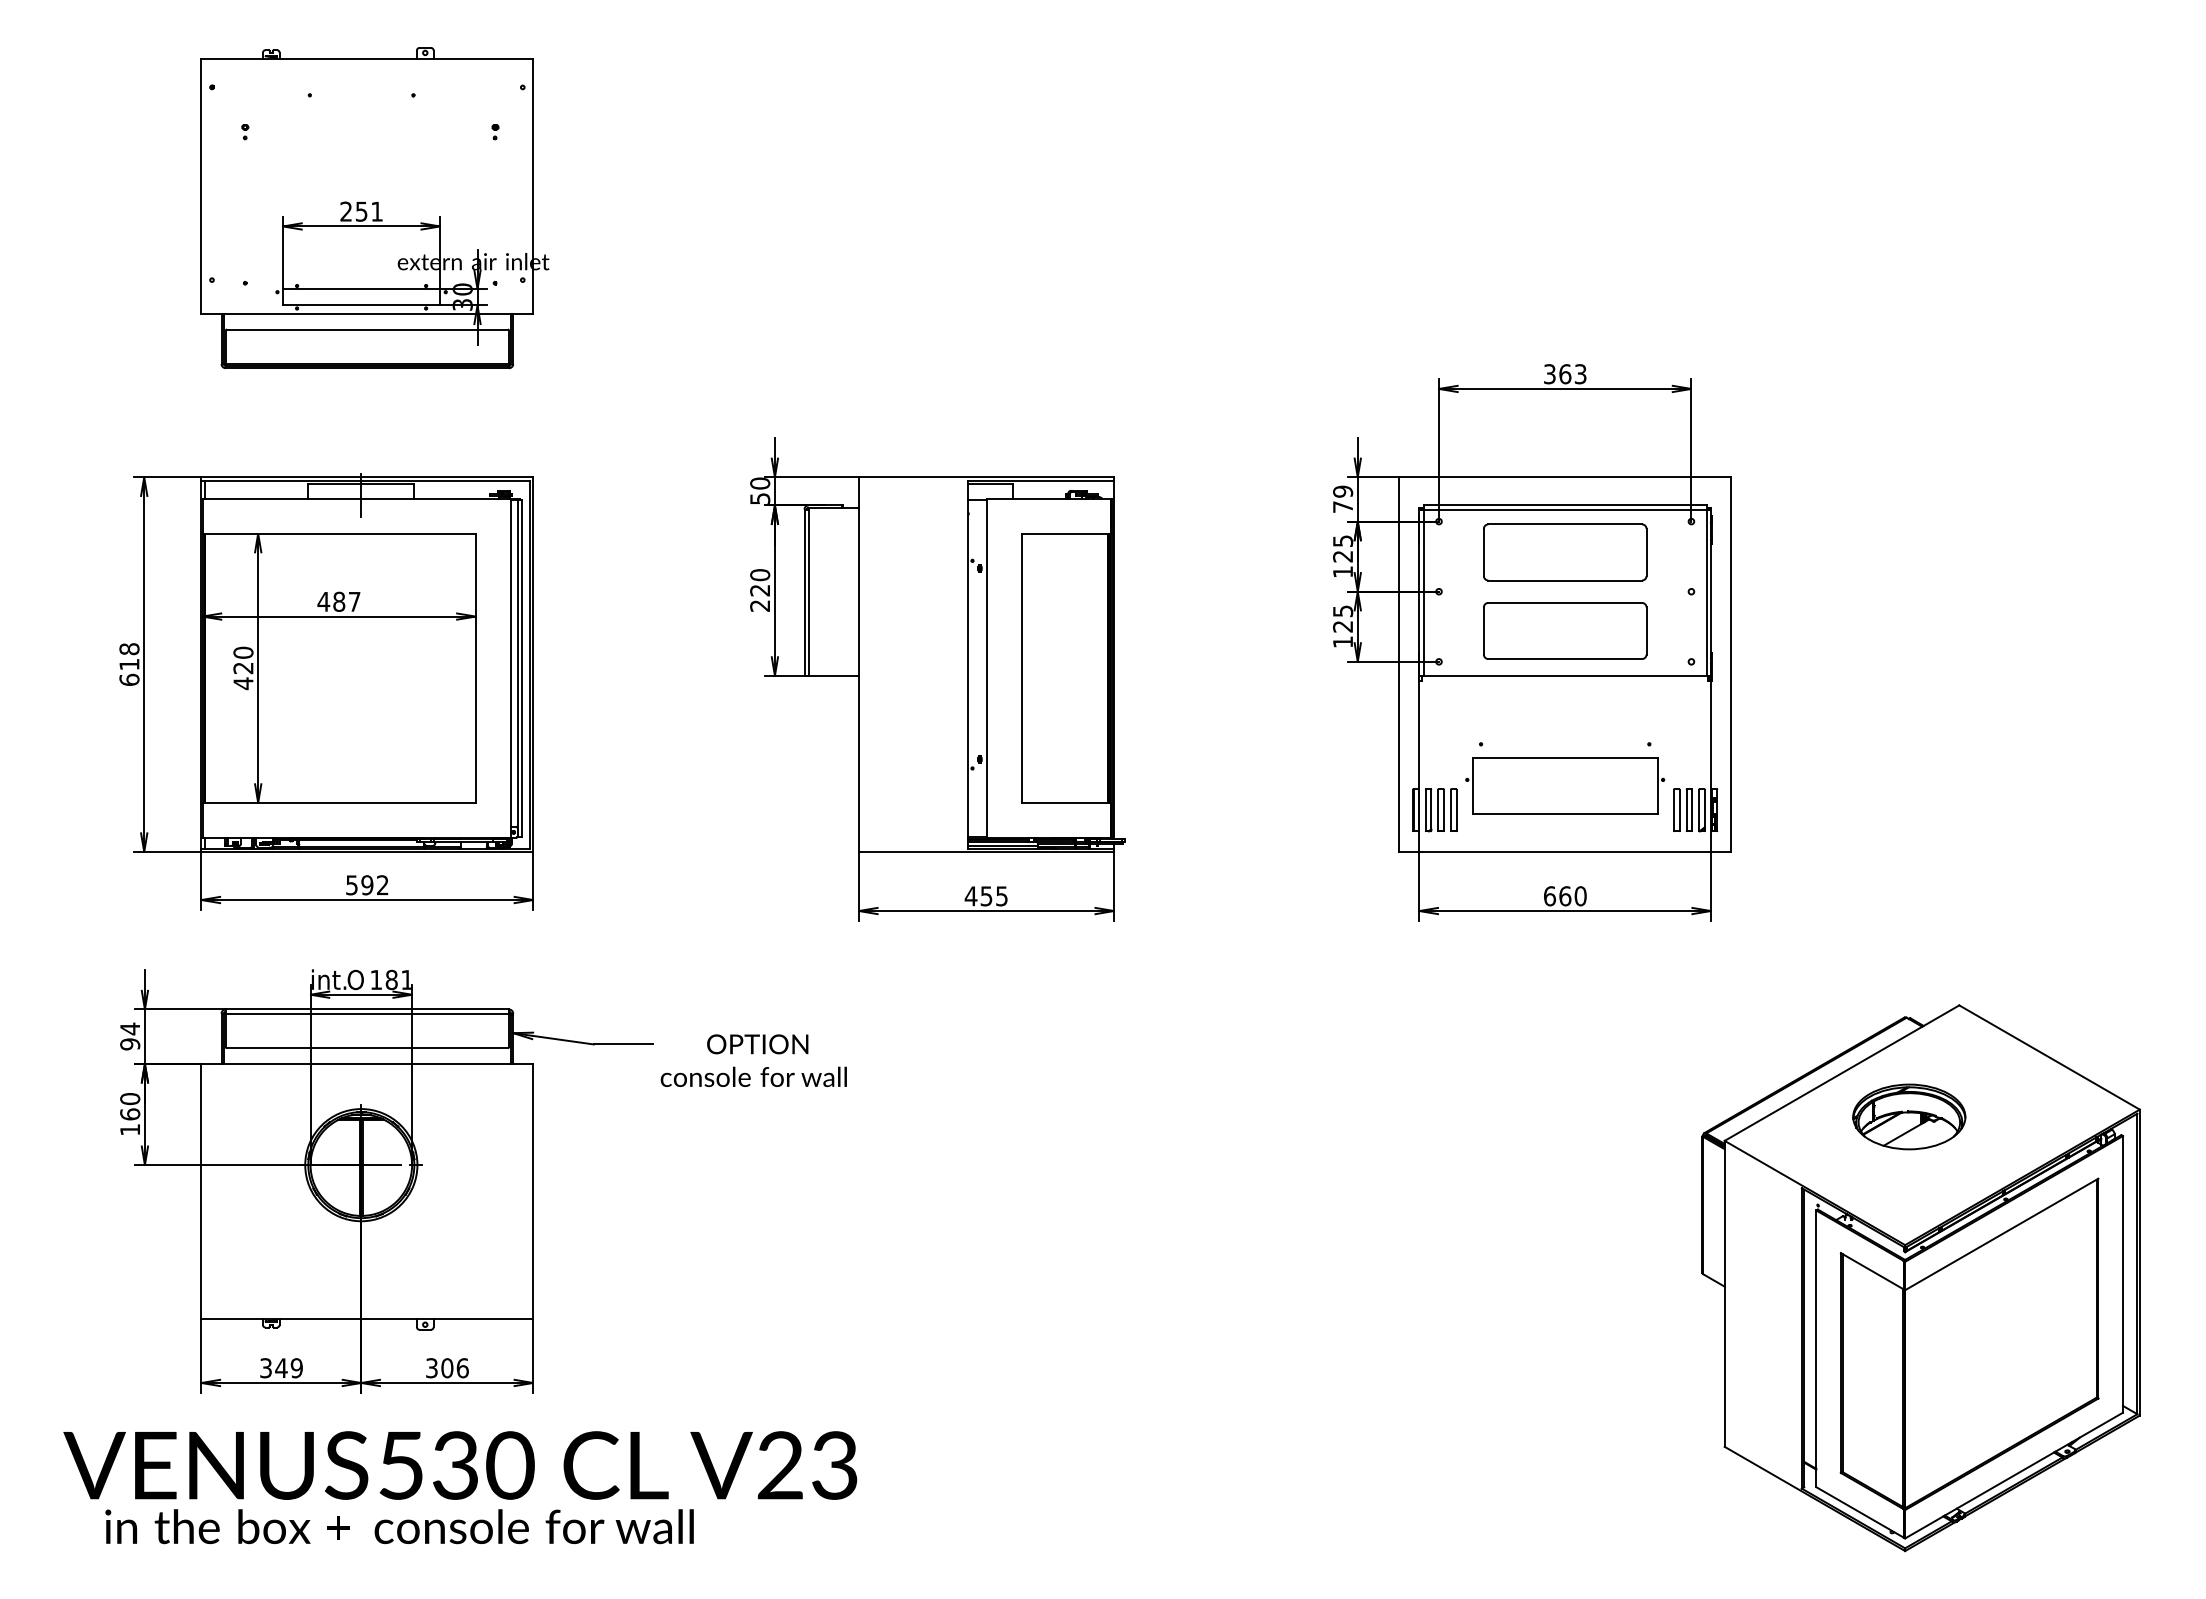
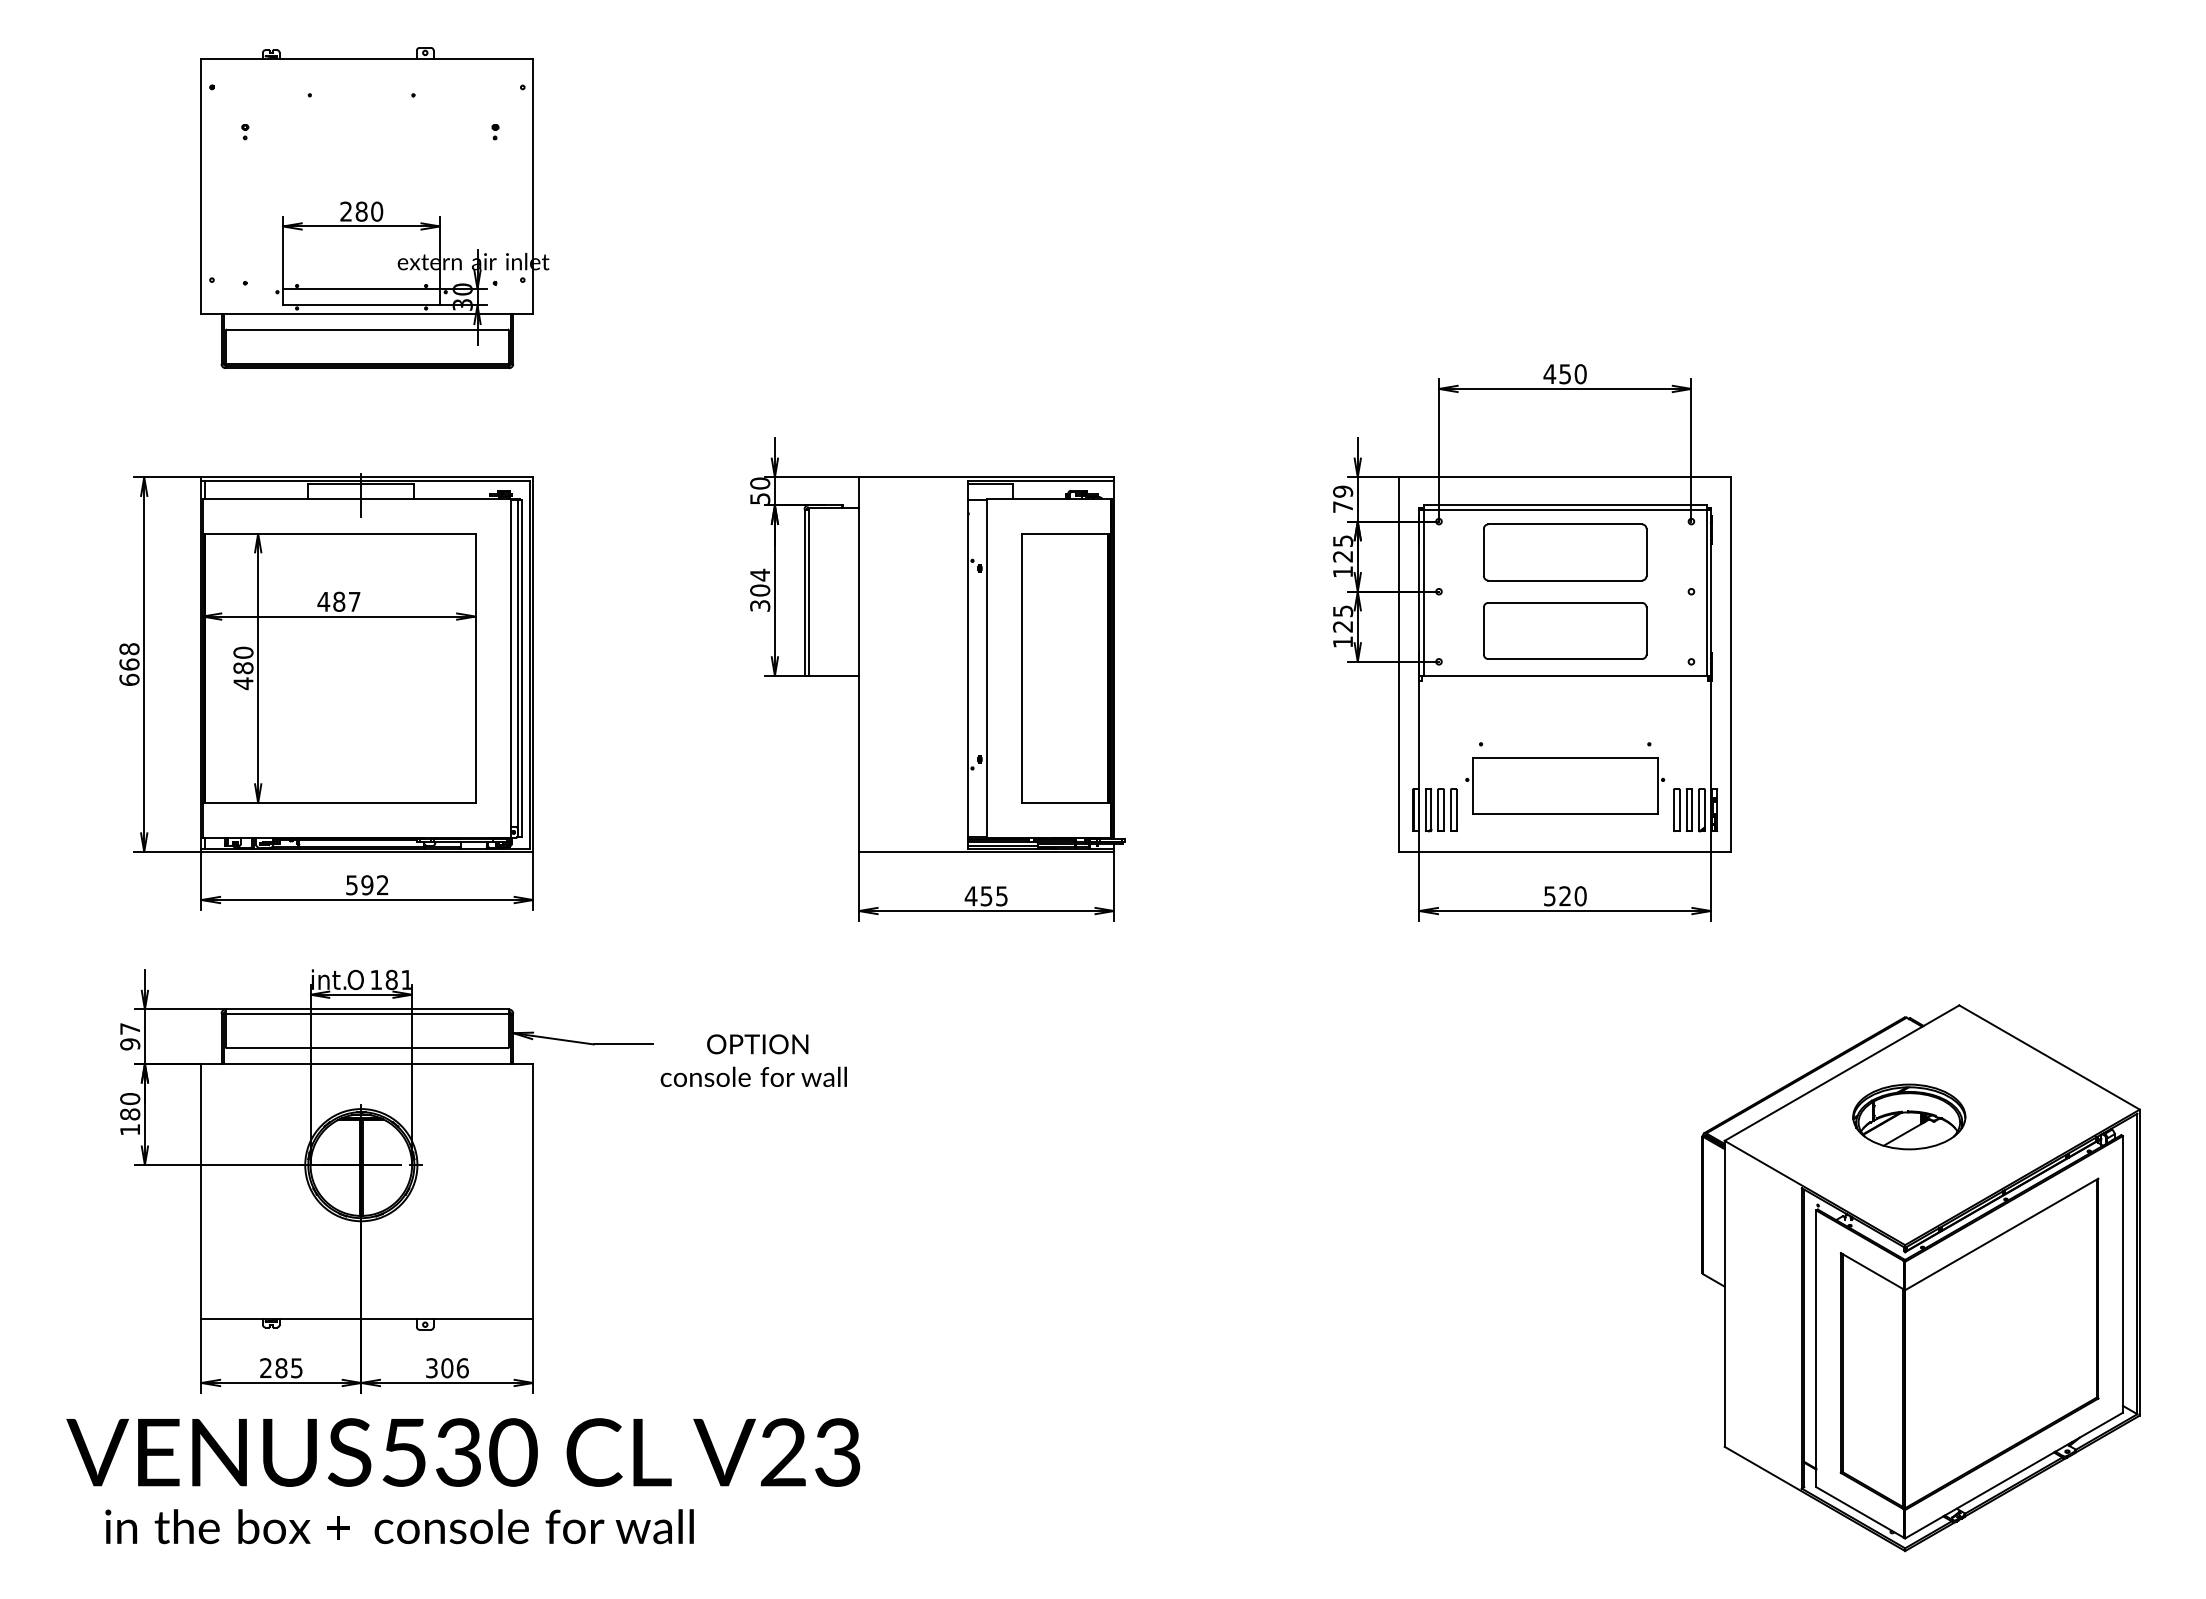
text at (369, 211): 251 -> 280
text at (1564, 374): 363 -> 450
text at (760, 589): 220 -> 304
text at (129, 664): 618 -> 668
text at (243, 668): 420 -> 480
text at (1557, 896): 660 -> 520
text at (129, 1028): 94 -> 97
text at (130, 1114): 160 -> 180
text at (281, 1368): 349 -> 285
text at (460, 1465) position: (460, 1465) -> (463, 1452)
